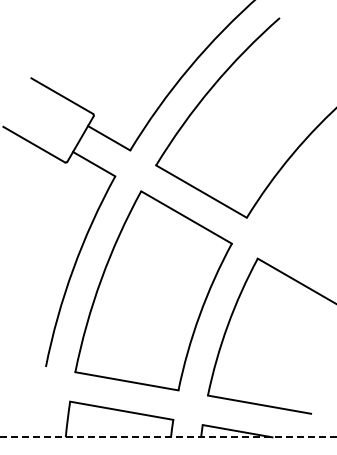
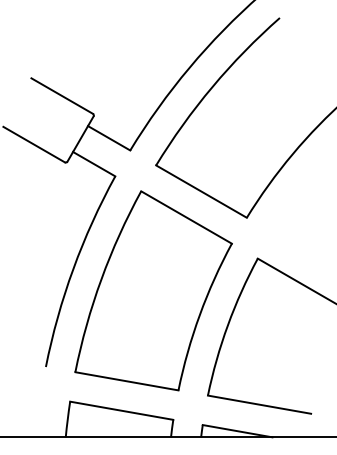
line at (168, 437): dashed -> solid
